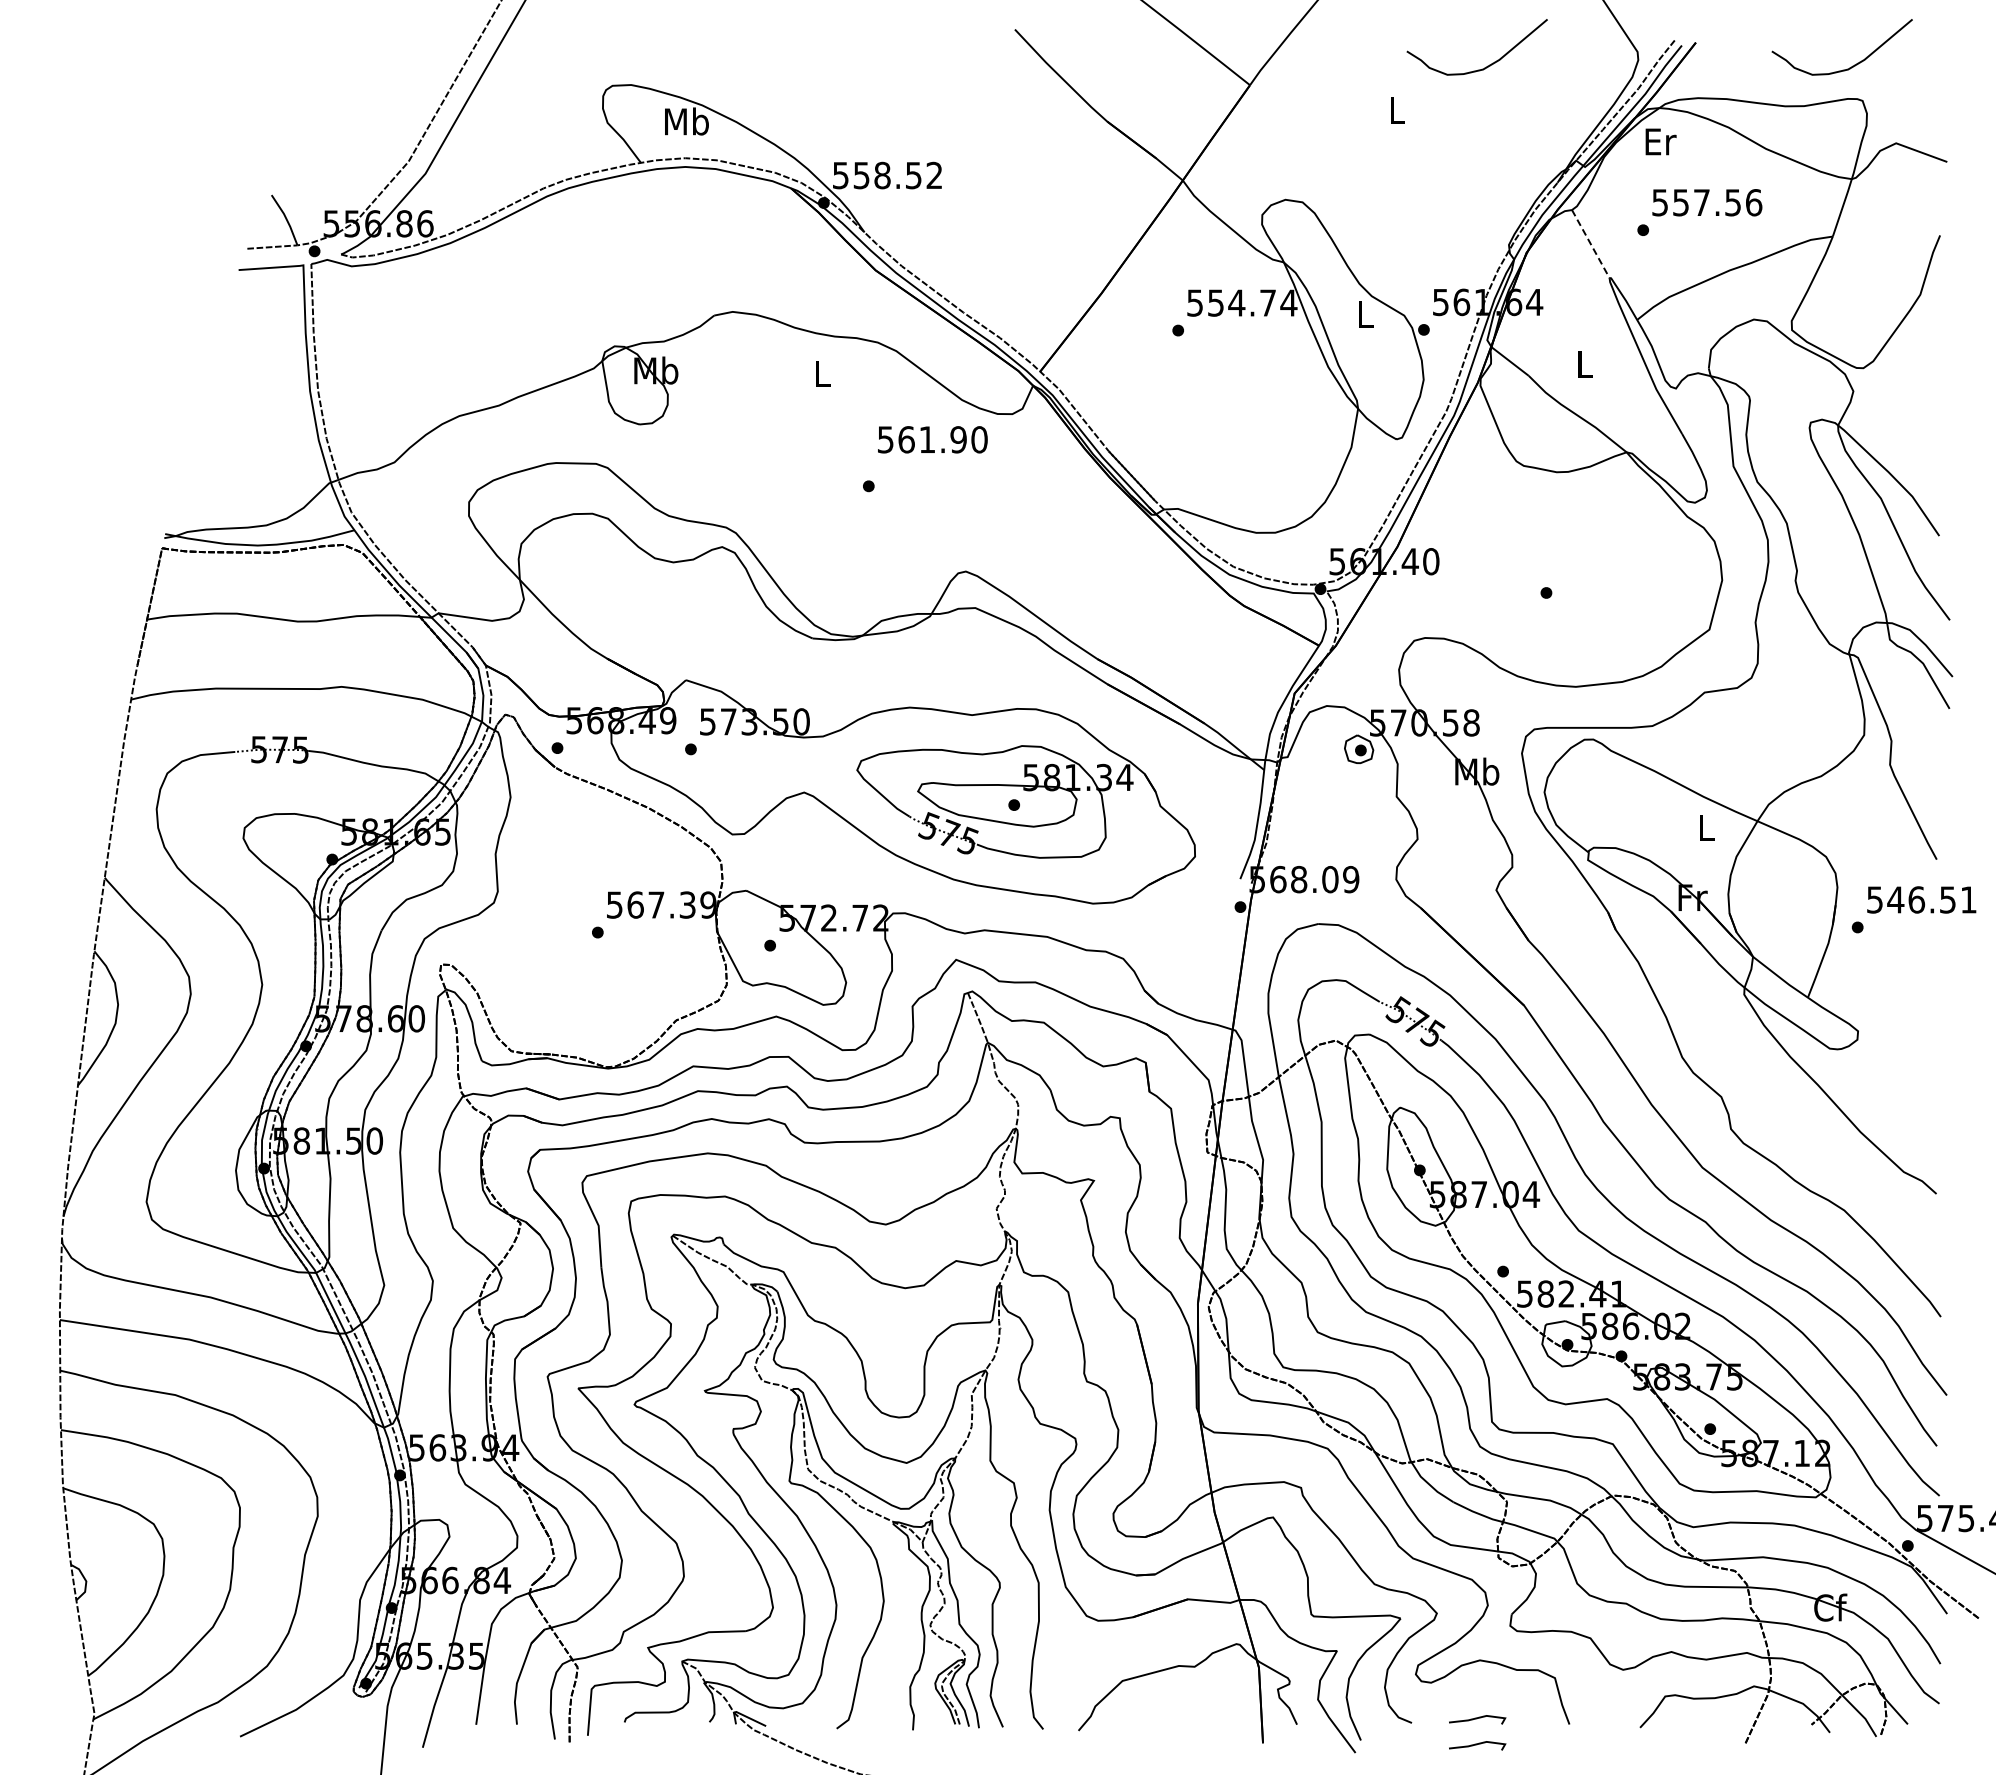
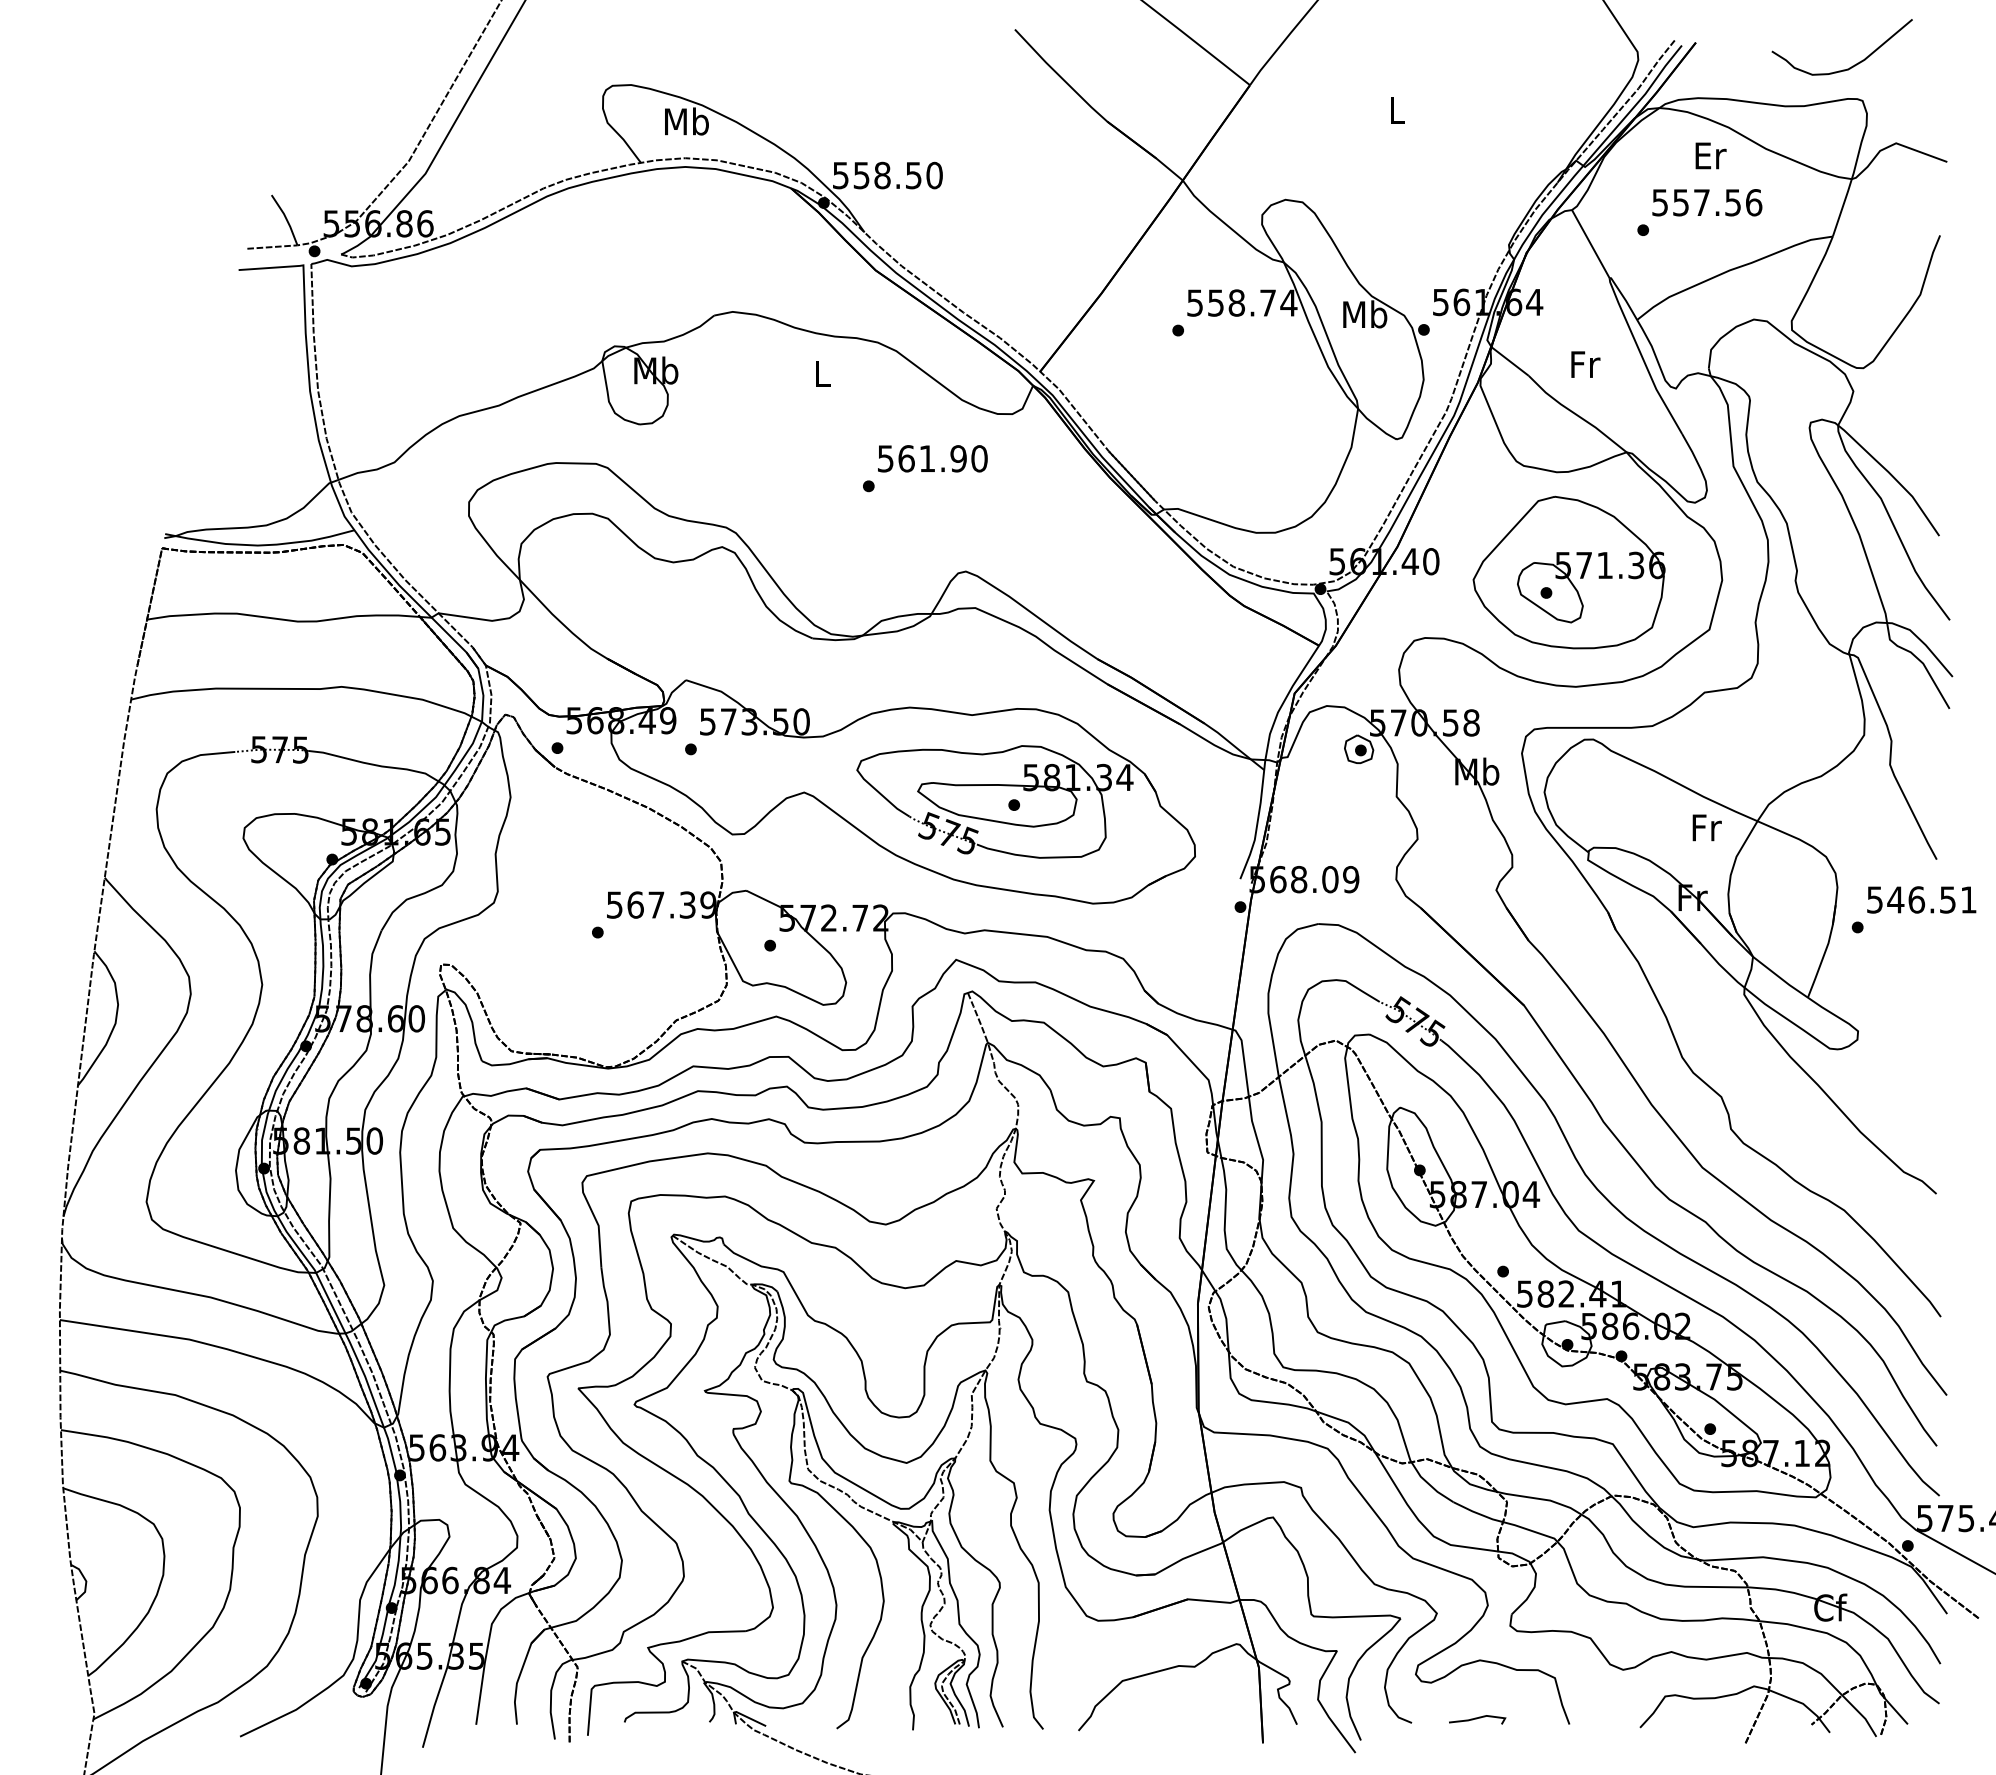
curve at (1487, 65): present -> none
text at (1660, 141) position: (1660, 141) -> (1710, 155)
text at (934, 175): 558.52 -> 558.50
line at (1590, 244): dashed -> solid
text at (1236, 302): 554.74 -> 558.74
text at (1365, 314): L -> Mb
text at (1585, 364): L -> Fr
text at (932, 439) position: (932, 439) -> (932, 458)
part at (1568, 572): none -> present
text at (1706, 827): L -> Fr
line at (1477, 1745): present -> none
